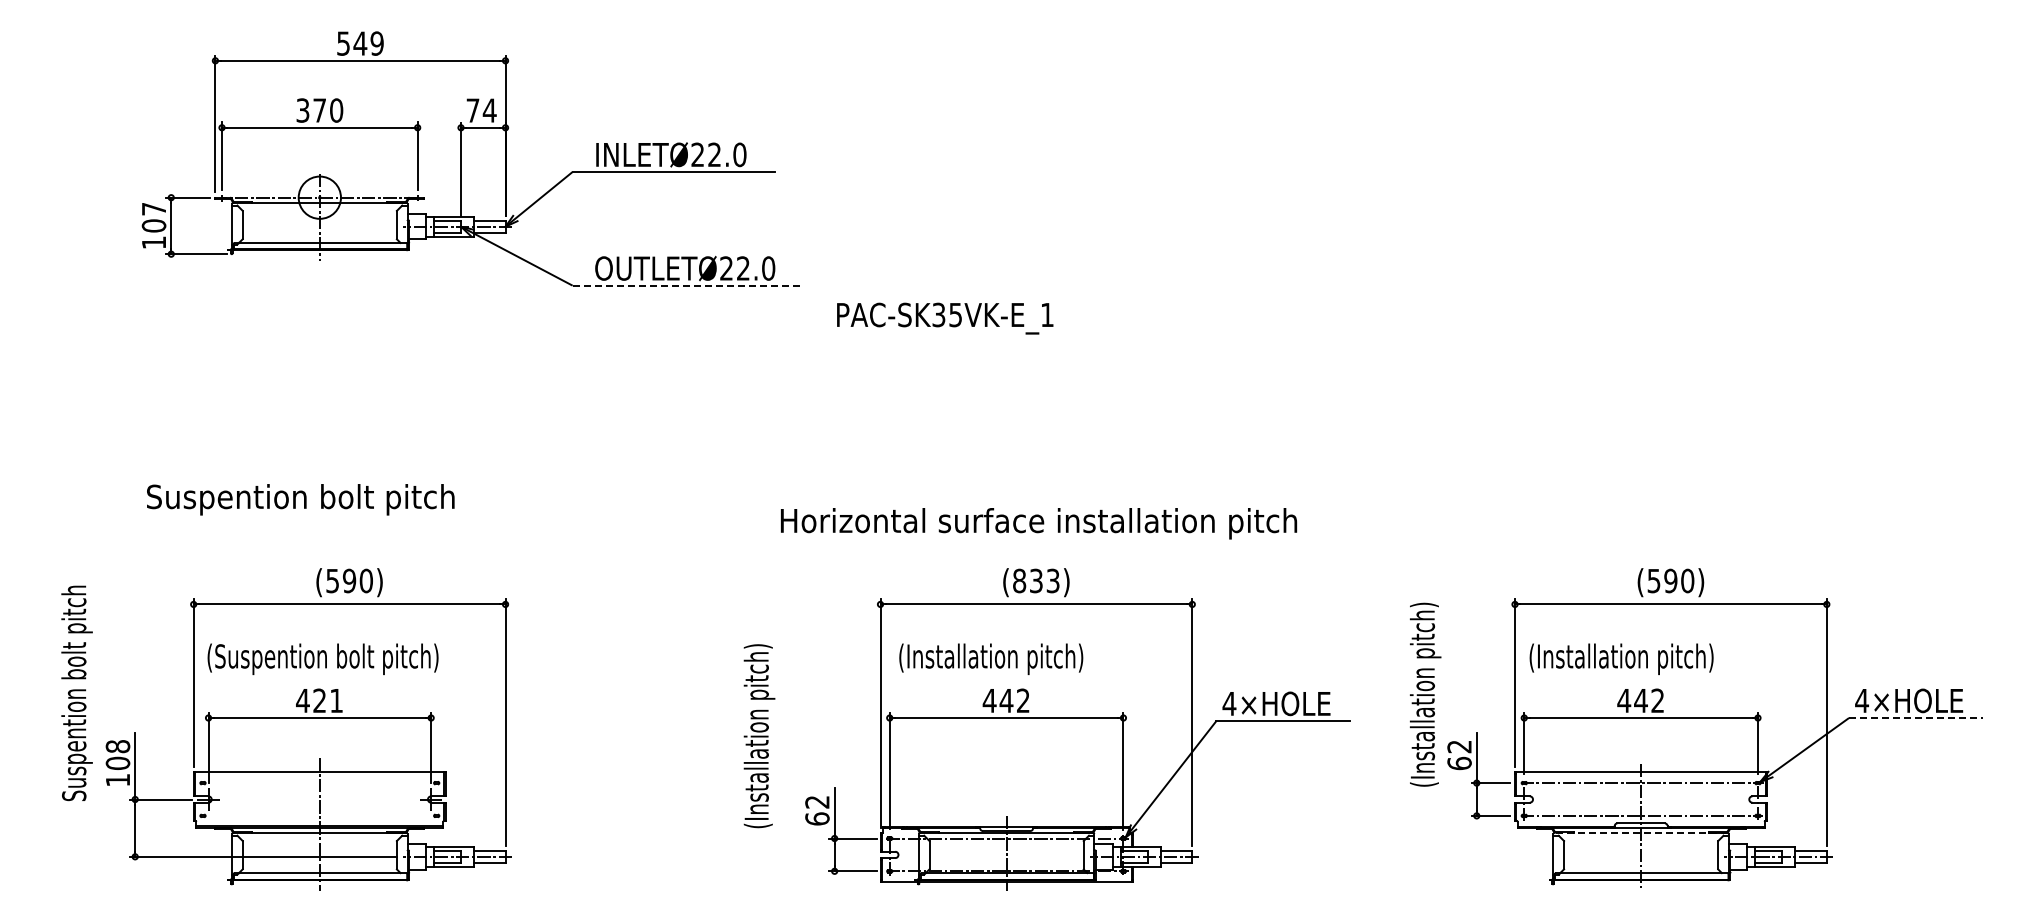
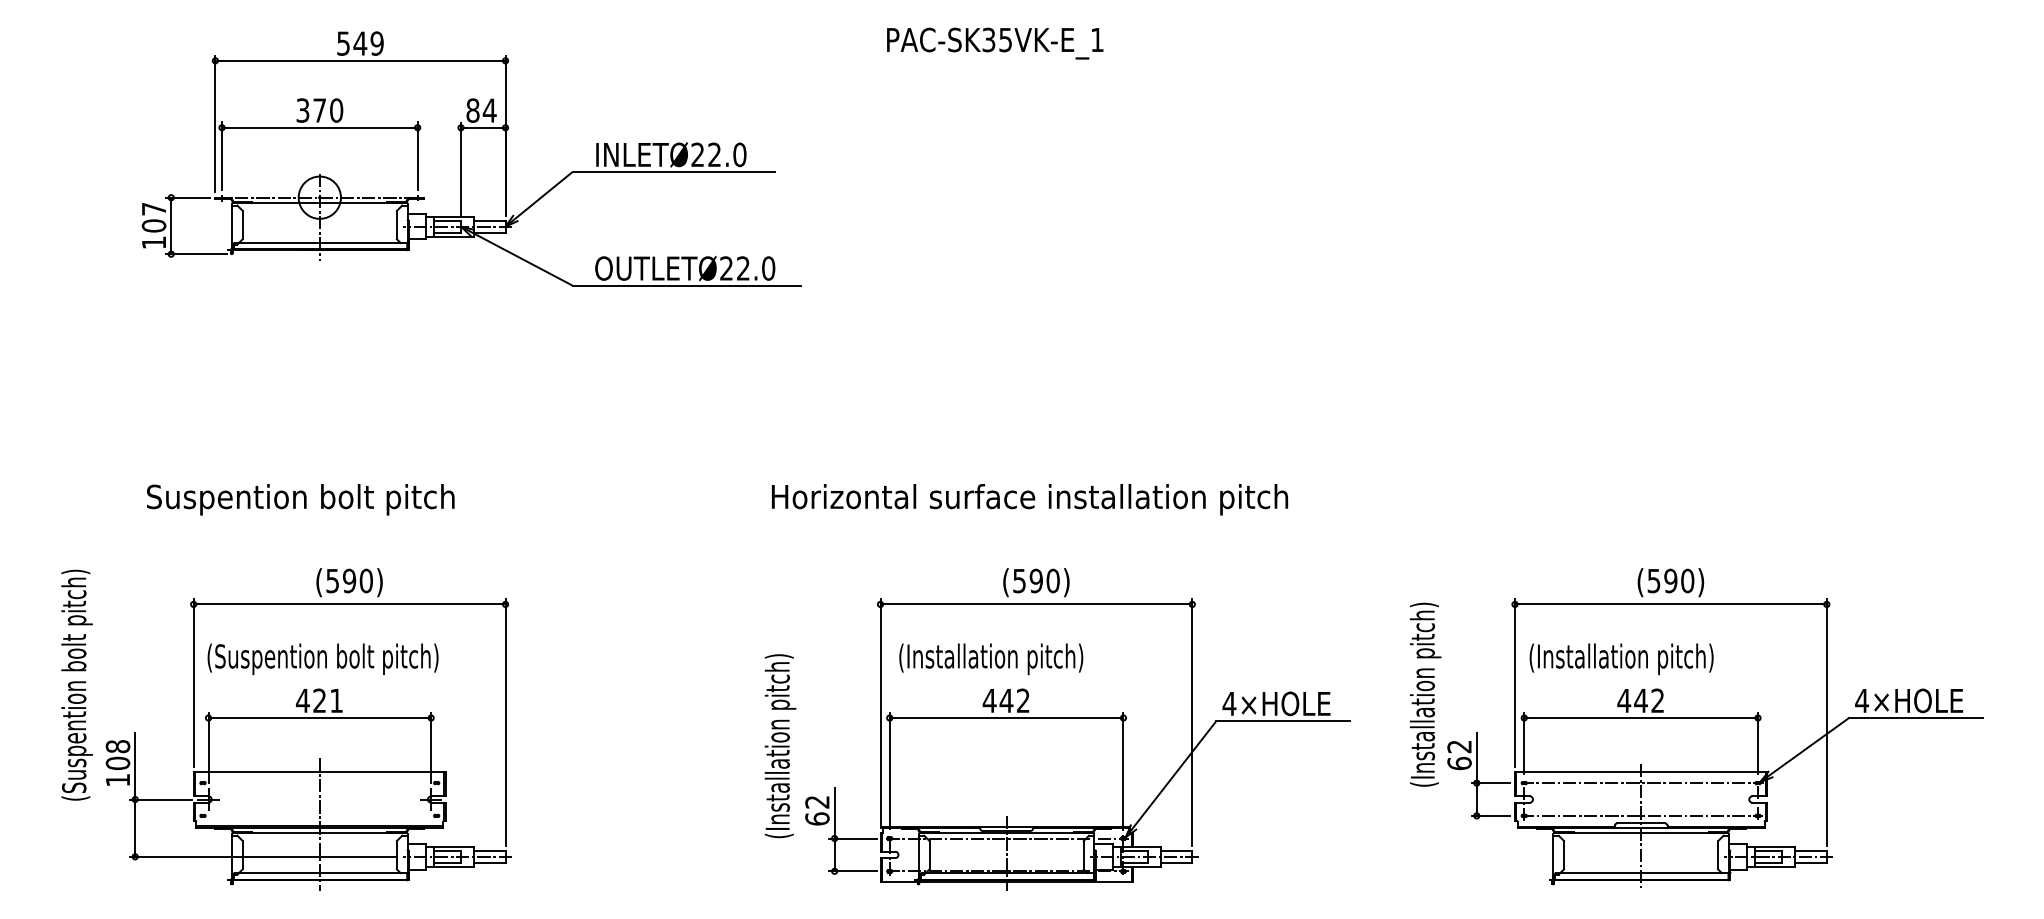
text at (472, 110): 74 -> 84
line at (687, 285): dashed -> solid
text at (945, 318) position: (945, 318) -> (995, 43)
text at (1039, 523) position: (1039, 523) -> (1030, 499)
text at (1036, 580): (833) -> (590)
text at (76, 685): Suspention bolt pitch -> (Suspention bolt pitch)
line at (1915, 718): dashed -> solid
text at (759, 736) position: (759, 736) -> (780, 746)
line at (1641, 833): dashed -> solid
